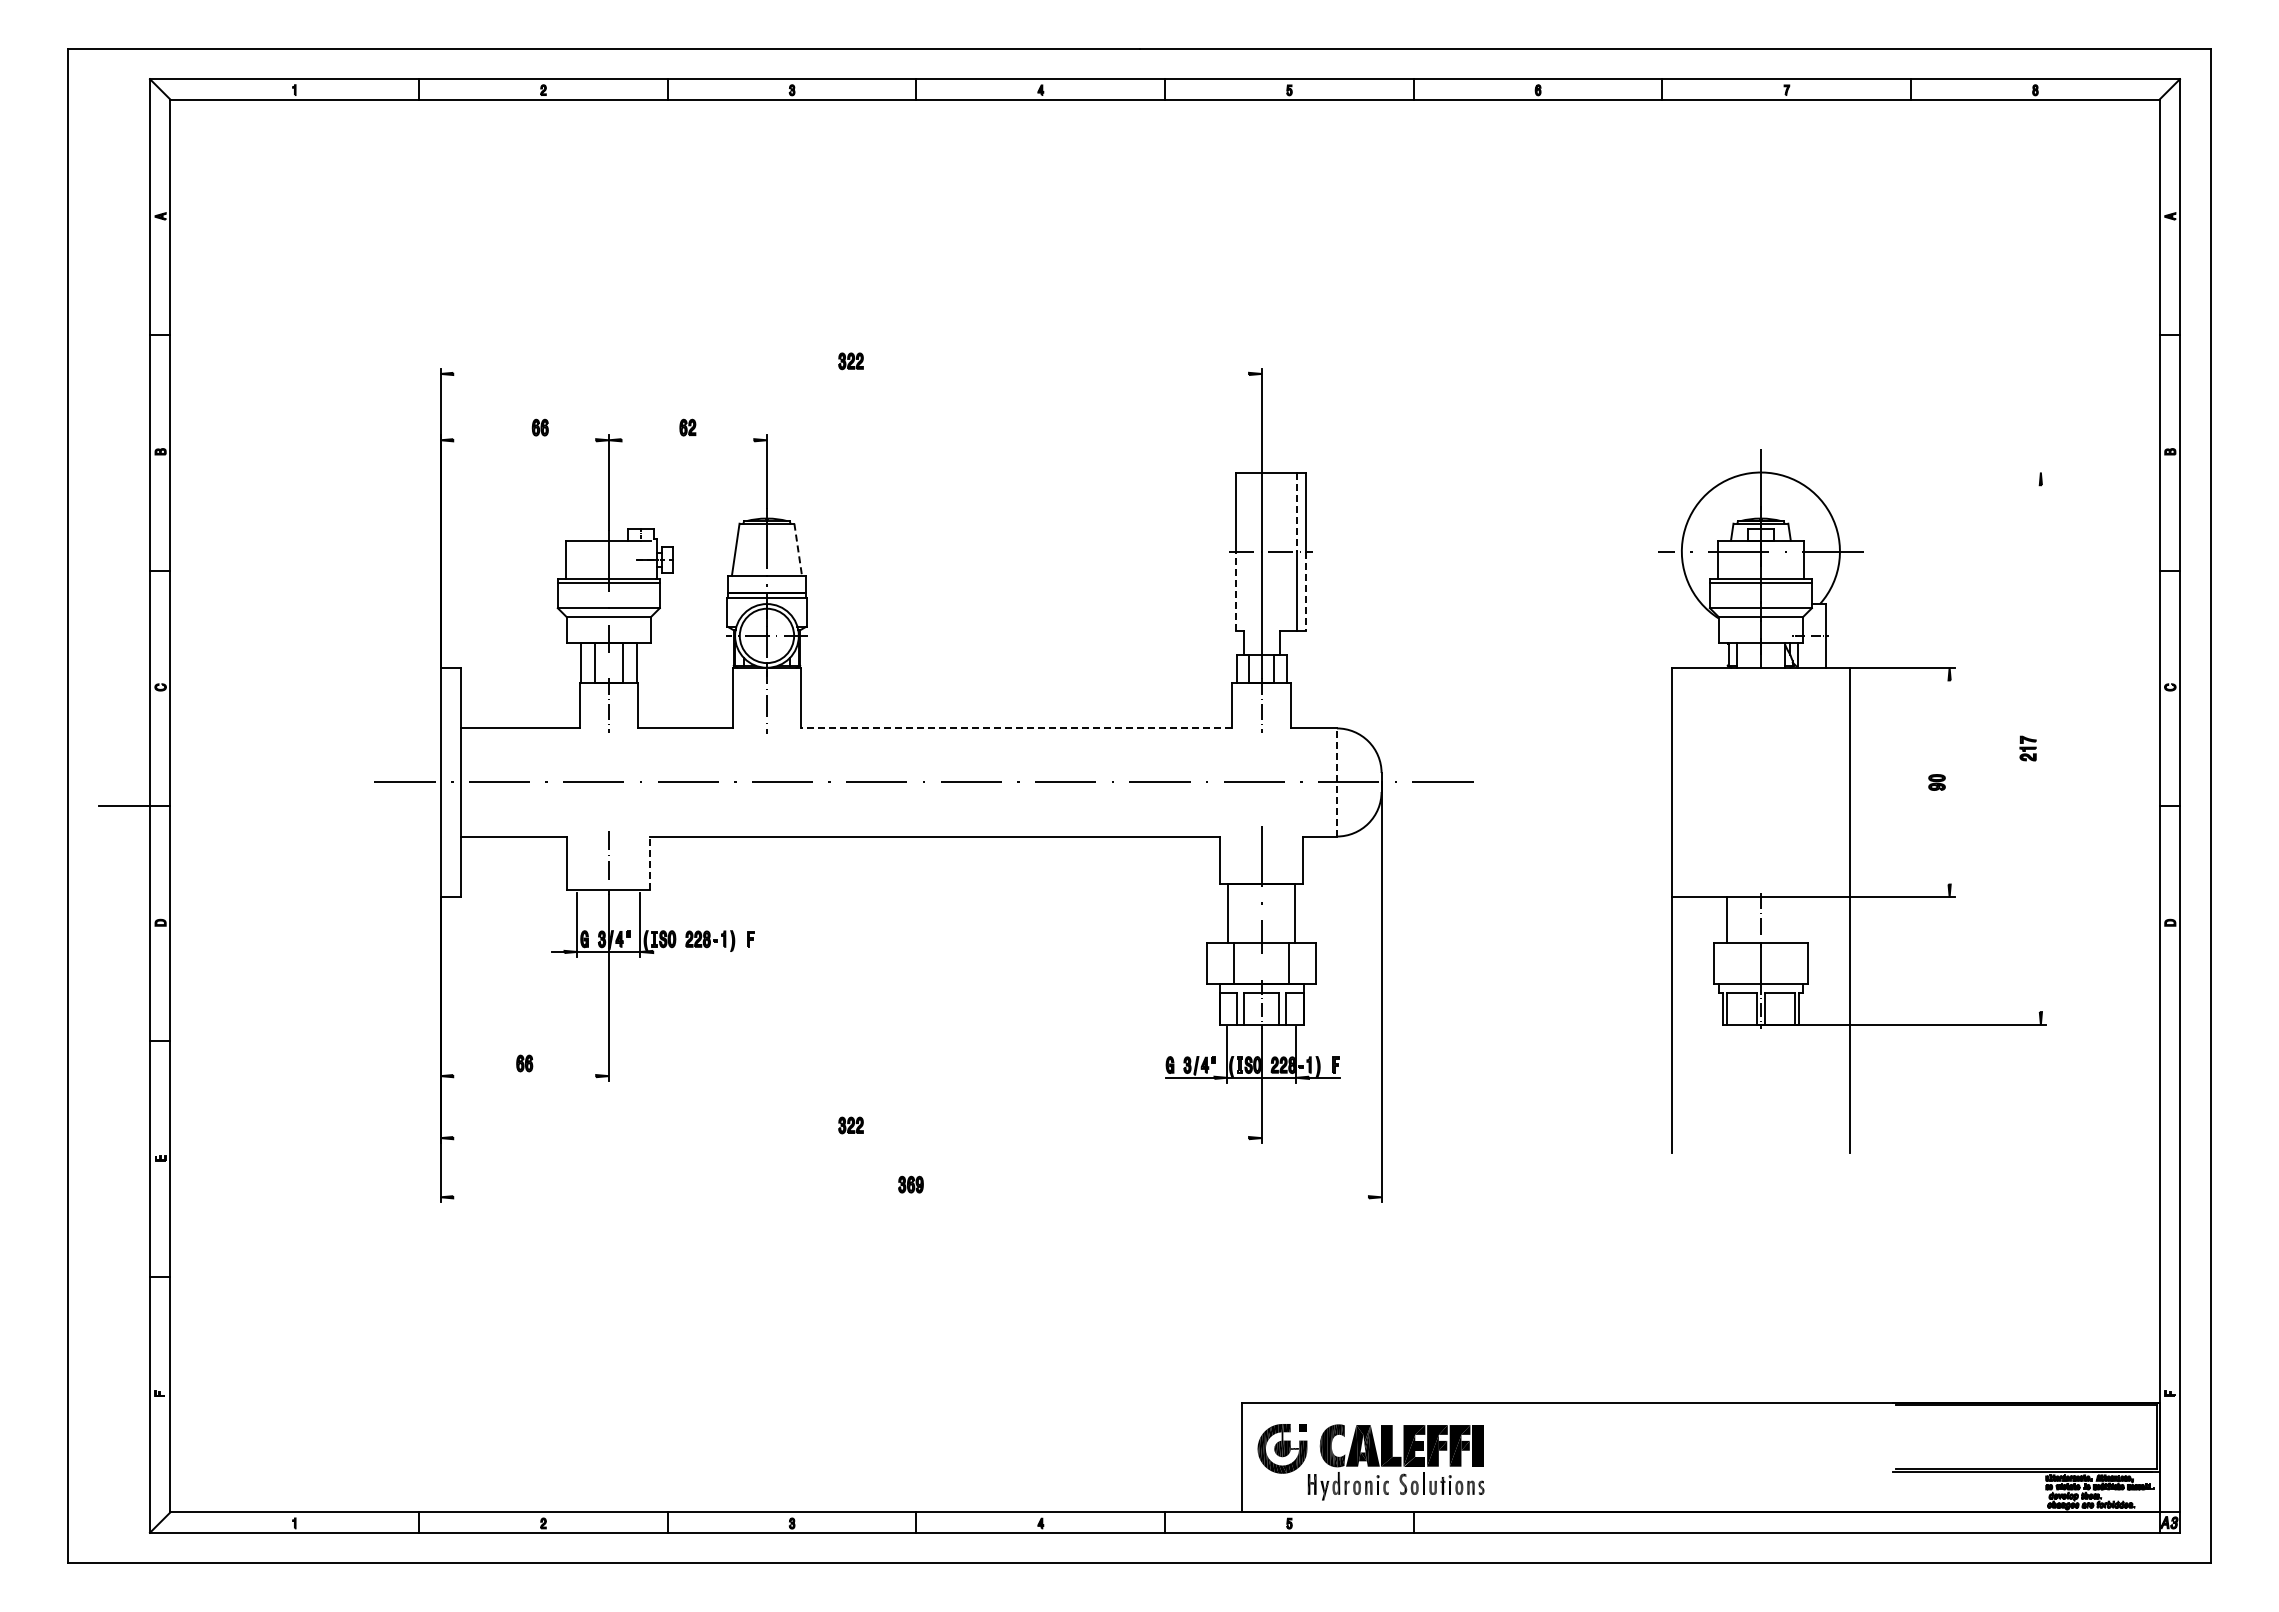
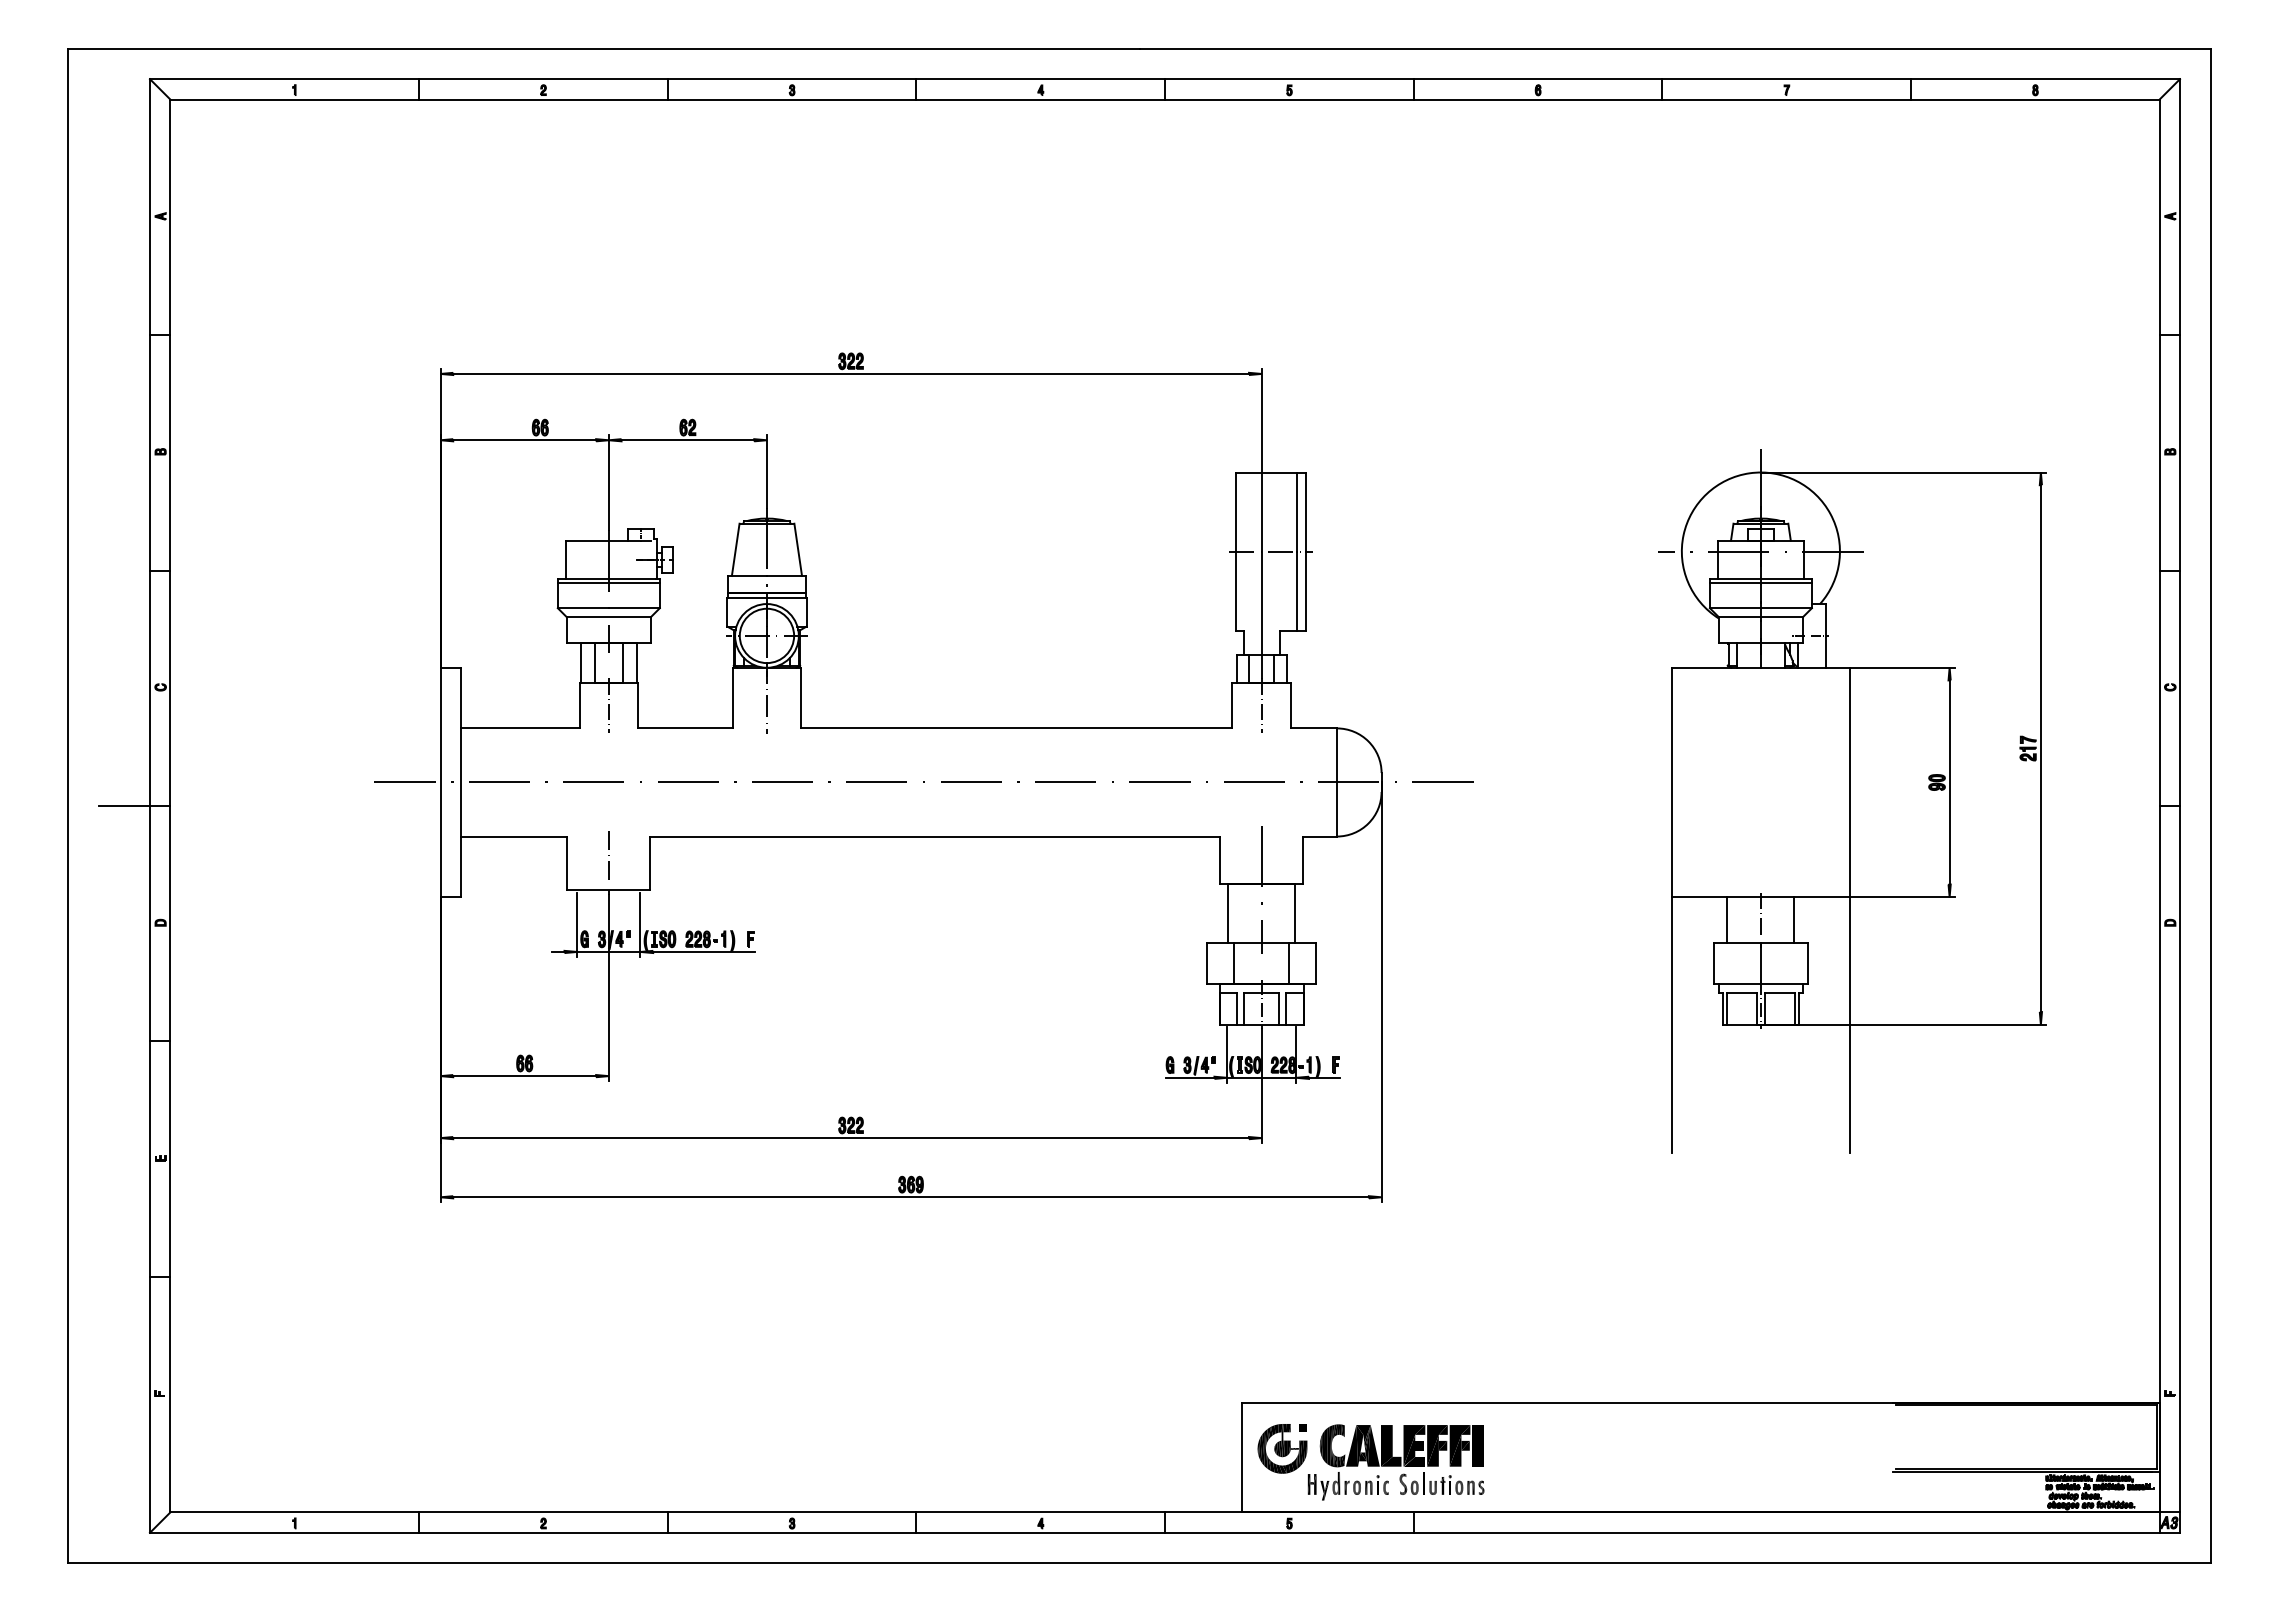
line at (851, 373): none -> present
line at (524, 440): none -> present
line at (687, 440): none -> present
line at (1902, 472): none -> present
line at (1297, 512): dashed -> solid
line at (798, 550): dashed -> solid
line at (1236, 591): dashed -> solid
line at (1306, 591): dashed -> solid
line at (1016, 728): dashed -> solid
line at (2040, 748): none -> present
line at (1336, 781): dashed -> solid
line at (1949, 782): none -> present
line at (650, 863): dashed -> solid
line at (1794, 920): none -> present
line at (703, 951): none -> present
line at (524, 1076): none -> present
line at (851, 1138): none -> present
line at (910, 1197): none -> present
